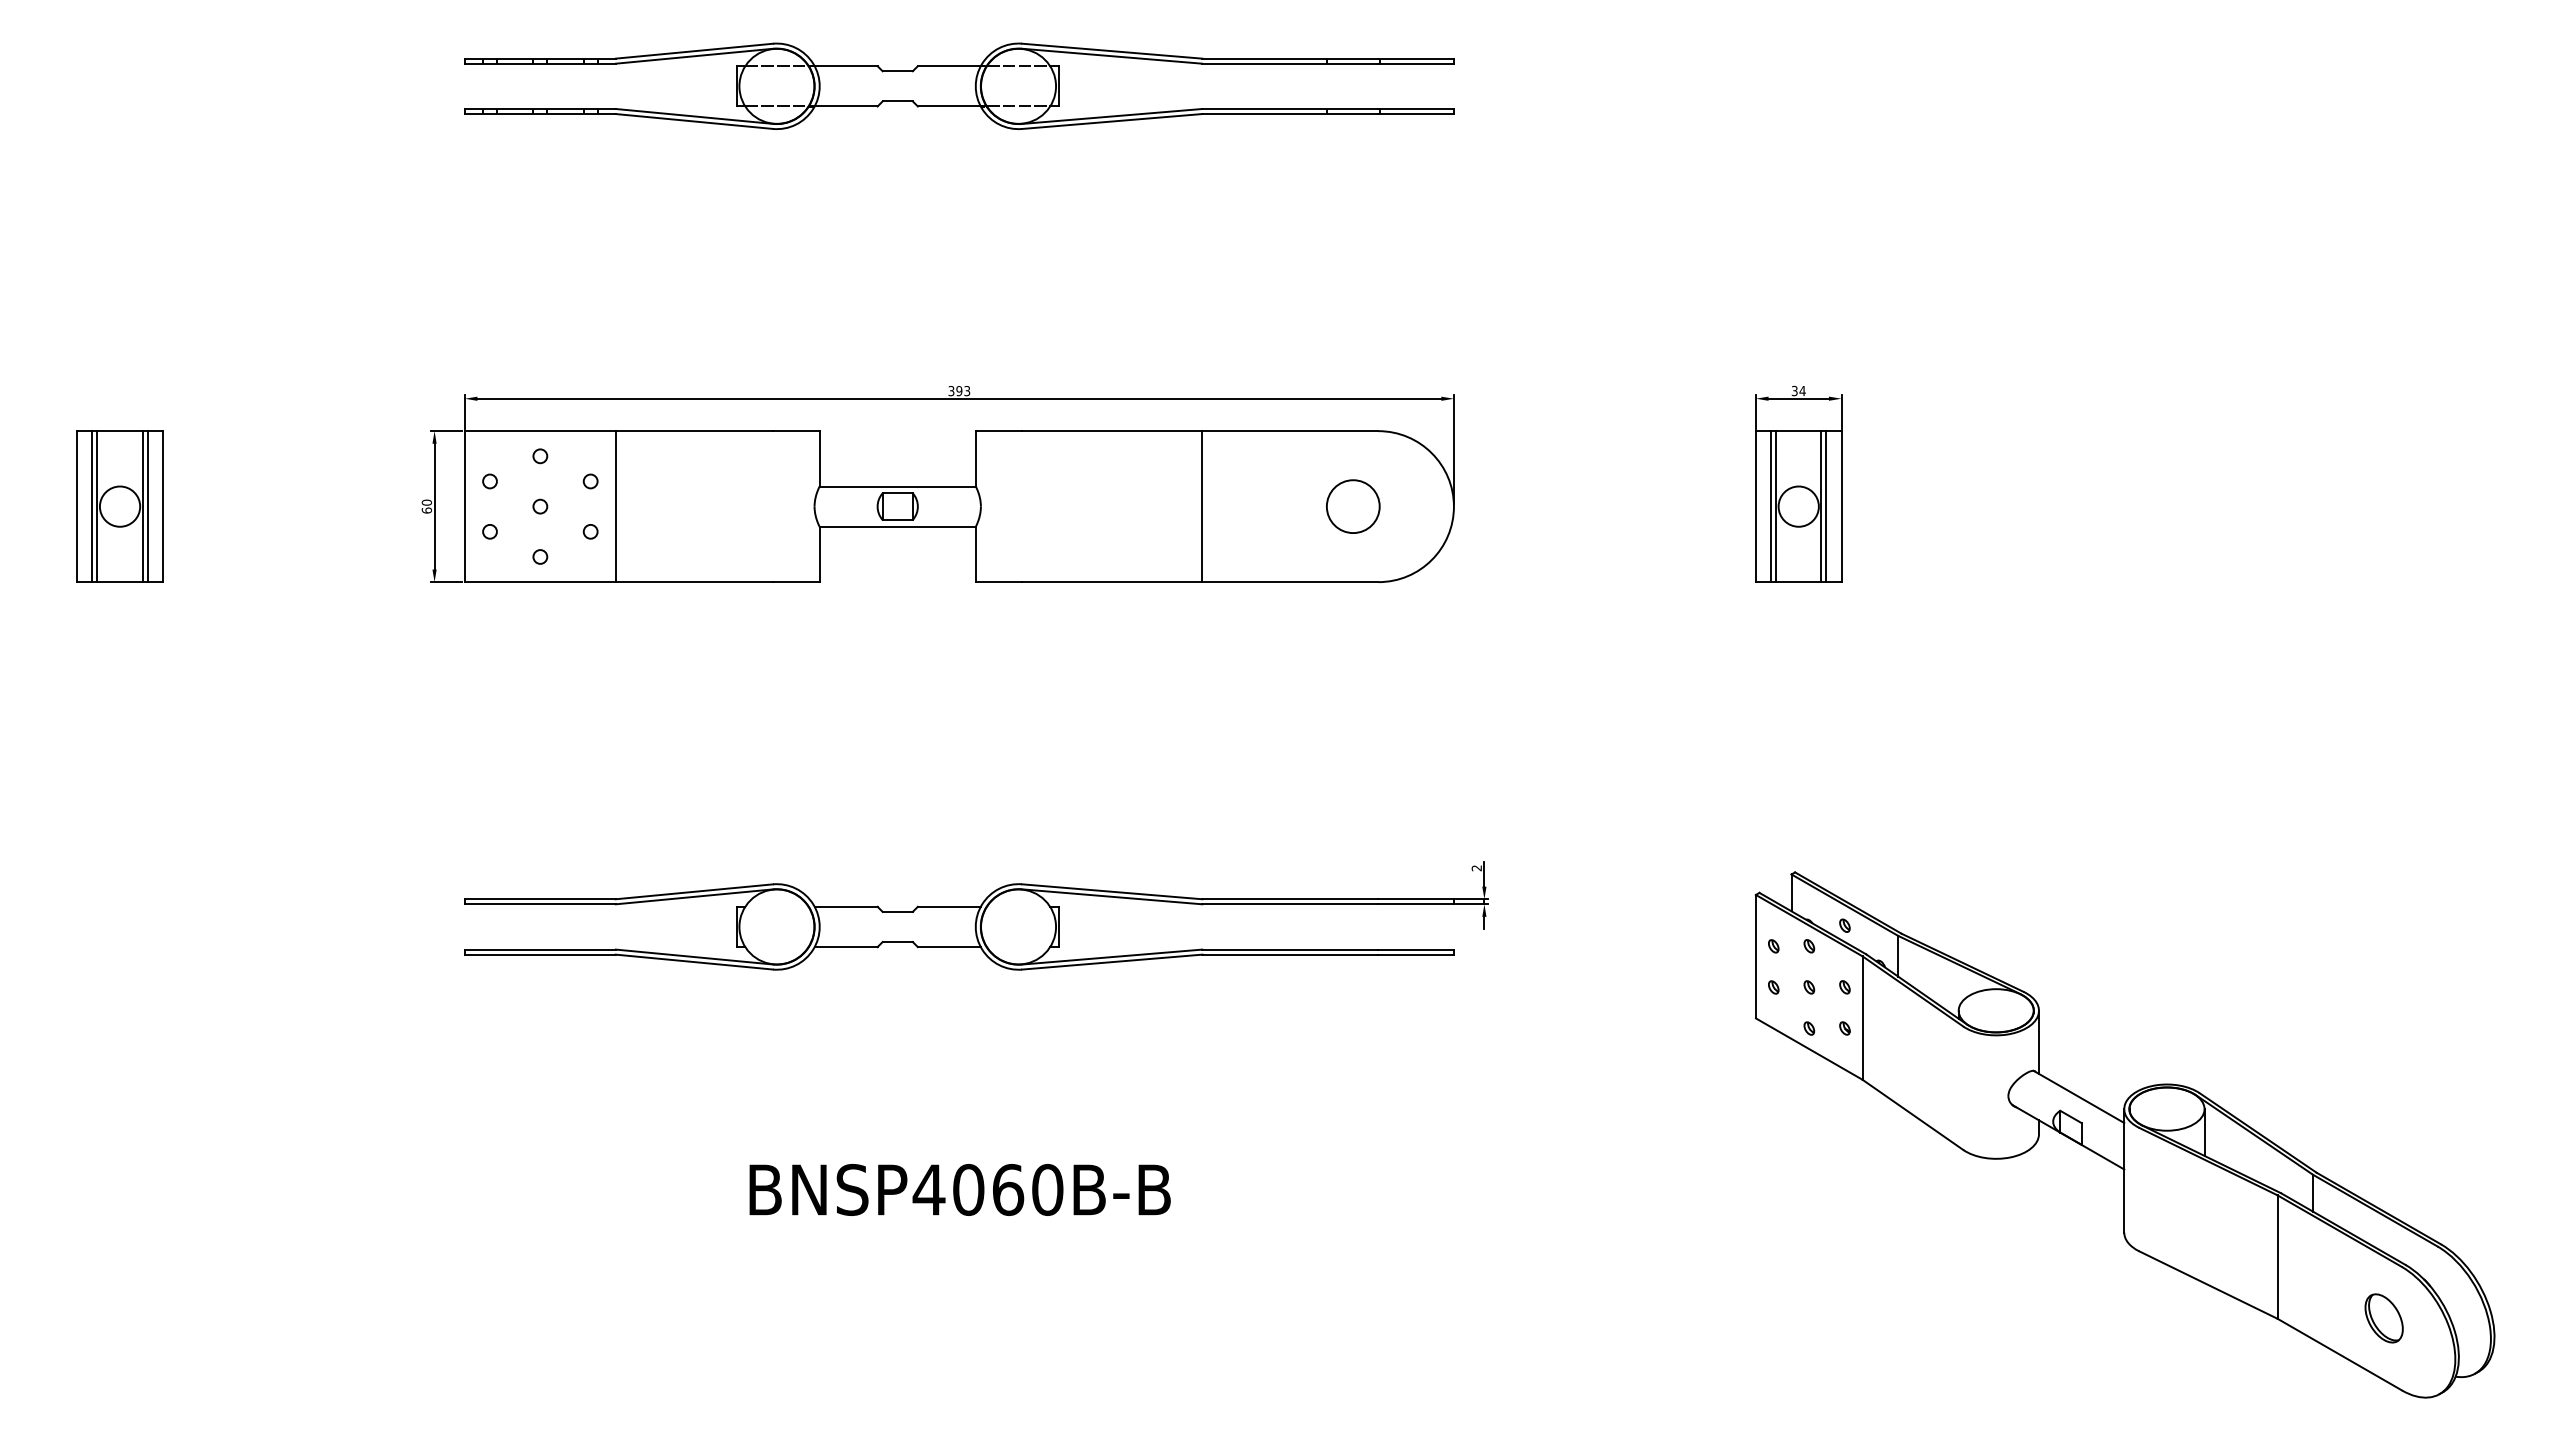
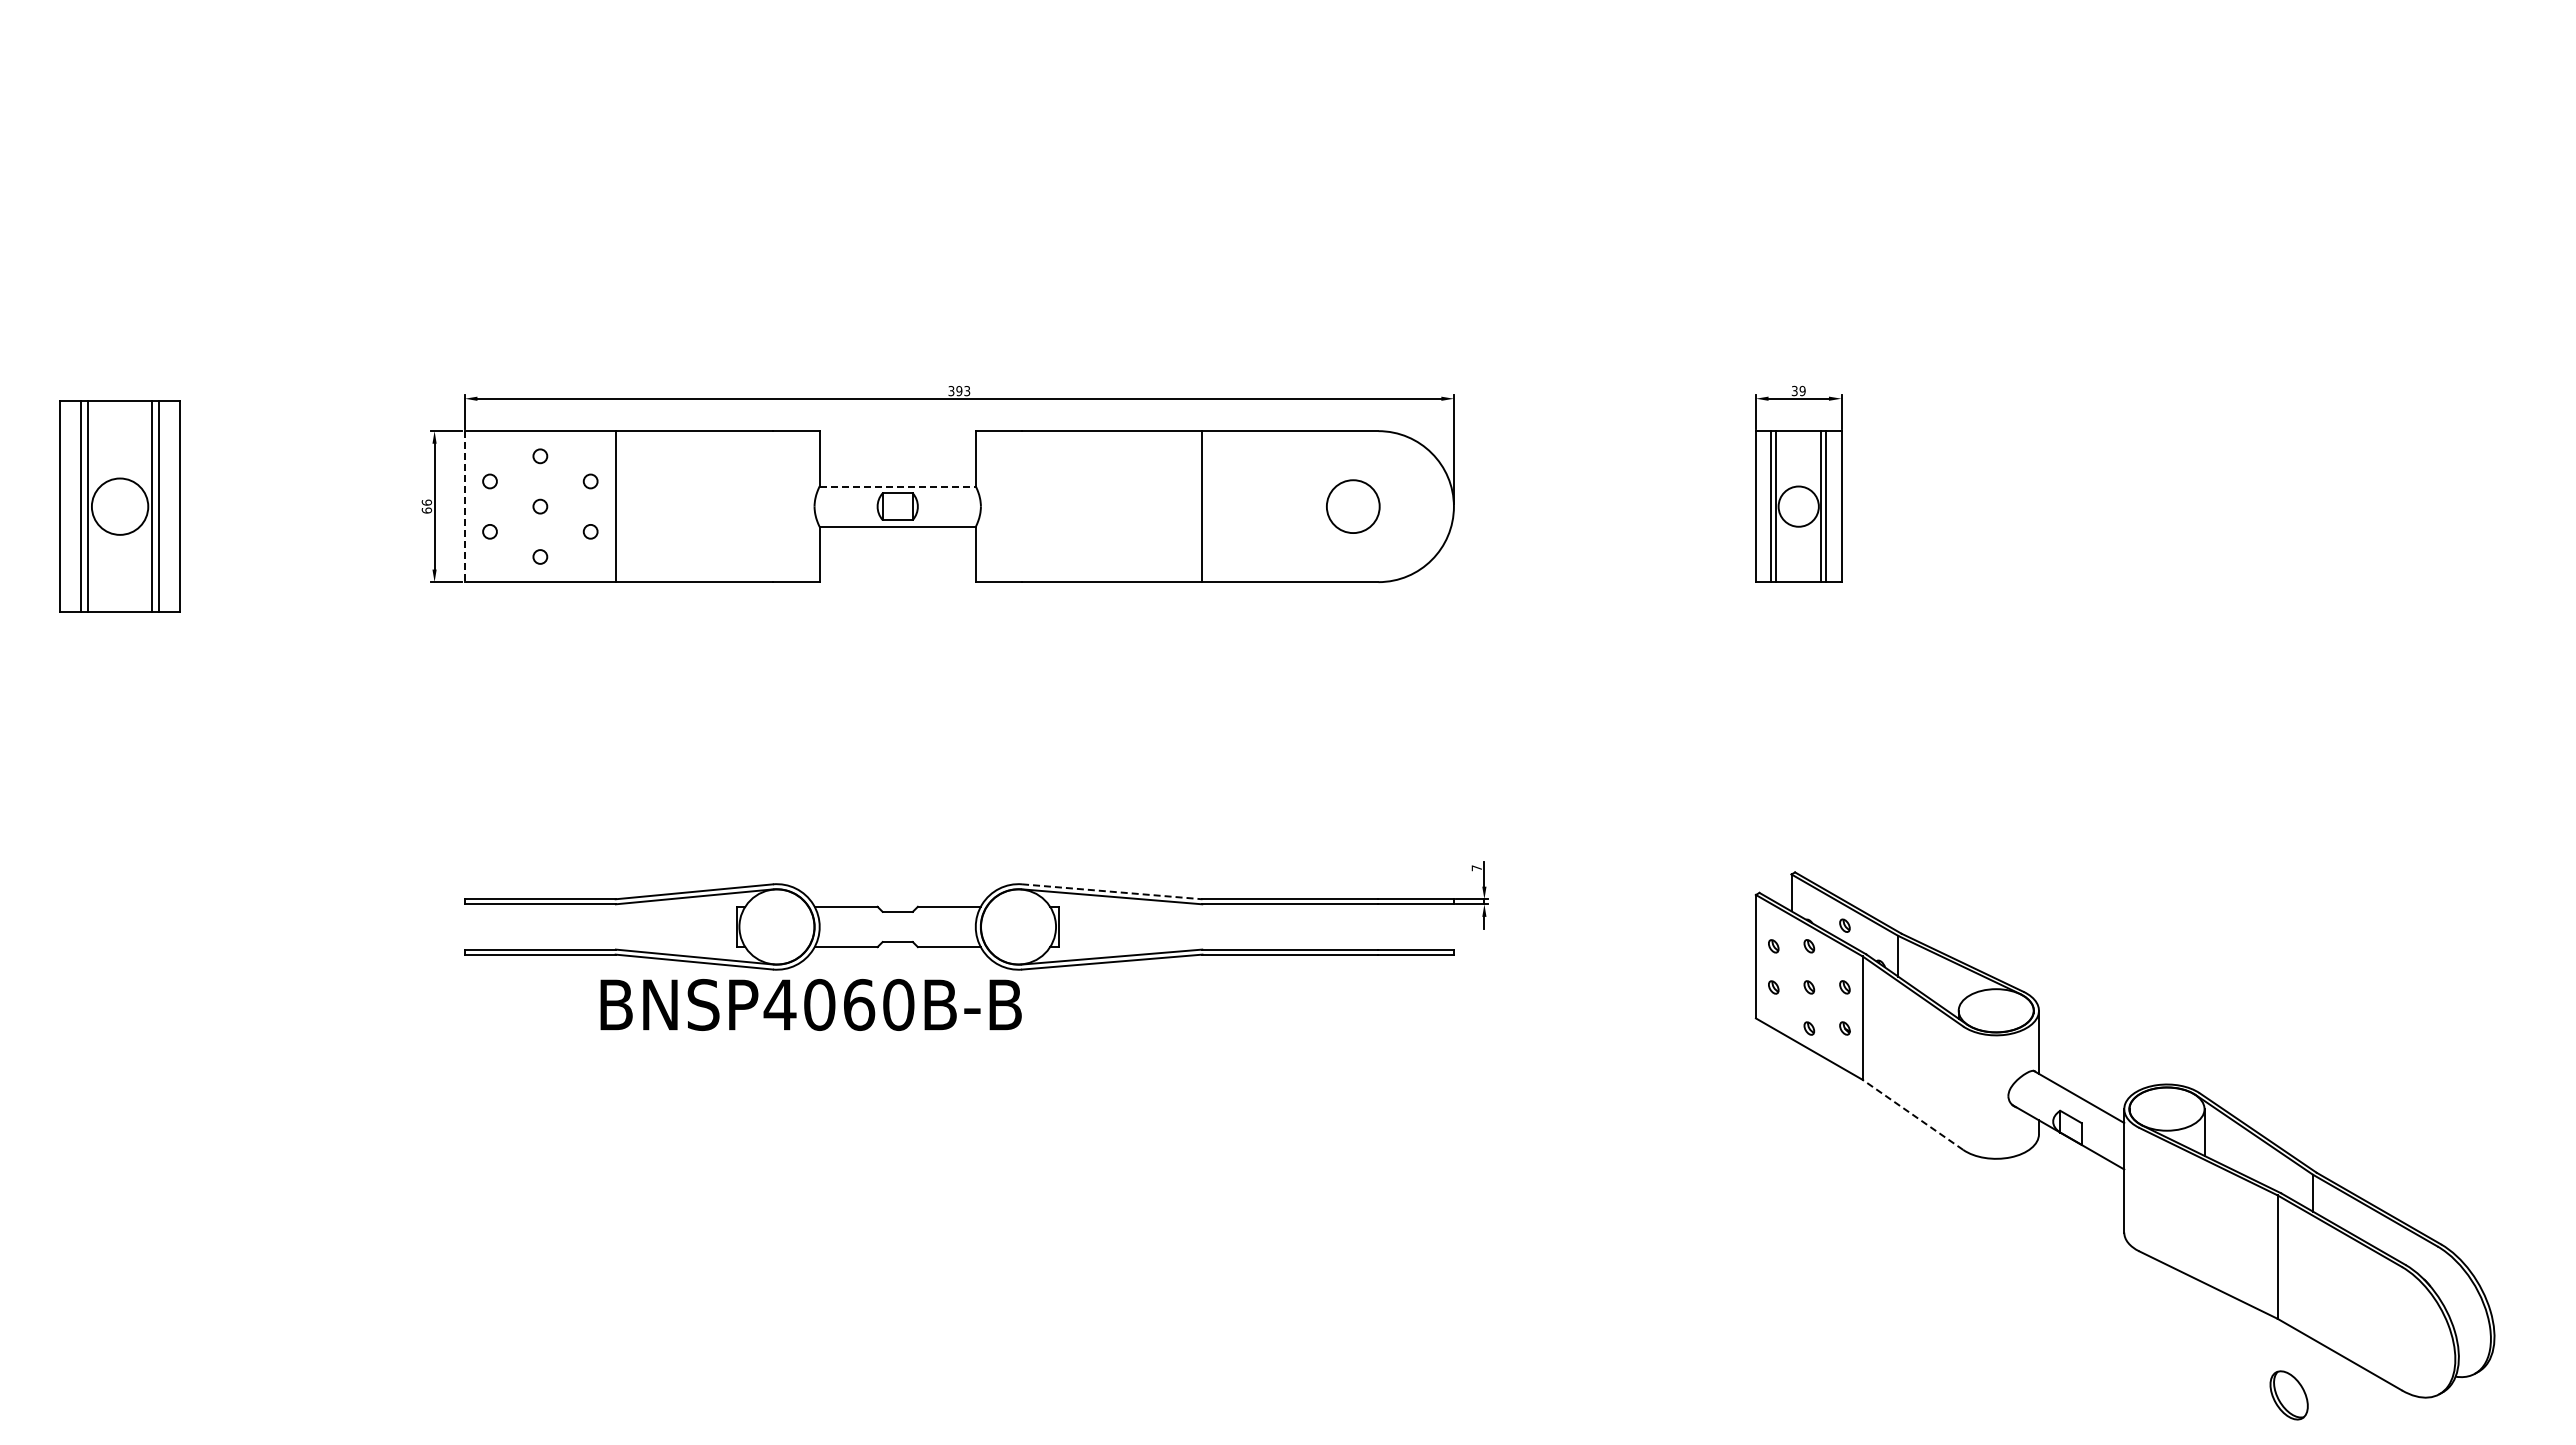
part at (959, 85): present -> none
text at (1802, 390): 34 -> 39
line at (898, 486): solid -> dashed
text at (426, 502): 60 -> 66
part at (119, 506) size: 88x153 px -> 122x213 px
line at (464, 506): solid -> dashed
text at (1476, 868): 2 -> 7
line at (1112, 891): solid -> dashed
line at (1912, 1114): solid -> dashed
text at (959, 1189) position: (959, 1189) -> (810, 1004)
part at (2383, 1318) position: (2383, 1318) -> (2288, 1395)
